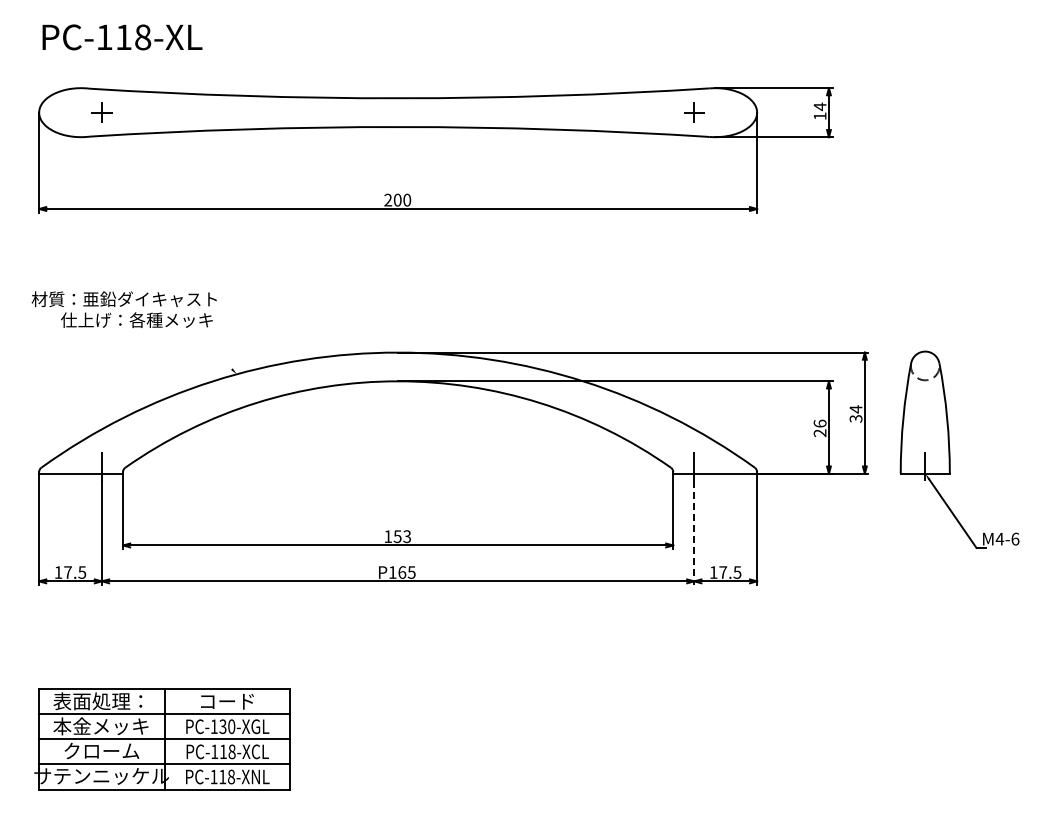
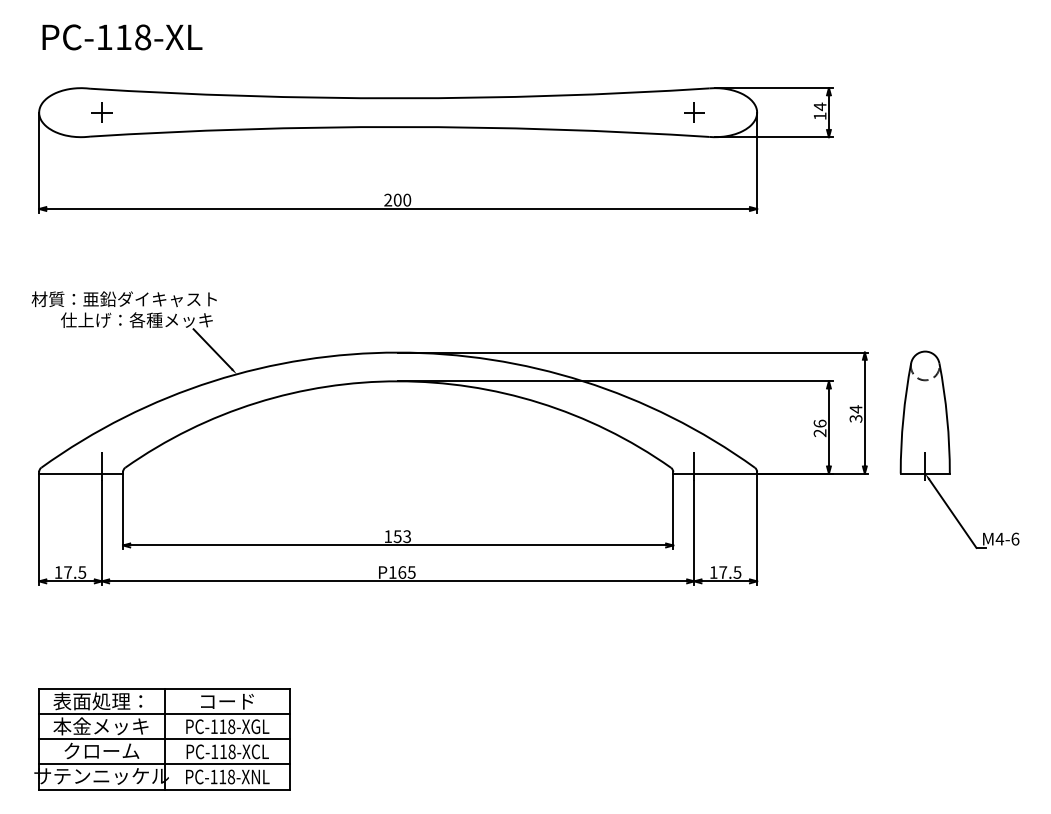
line at (212, 349): none -> present
line at (694, 533): dashed -> solid
text at (227, 726): PC-130-XGL -> PC-118-XGL
